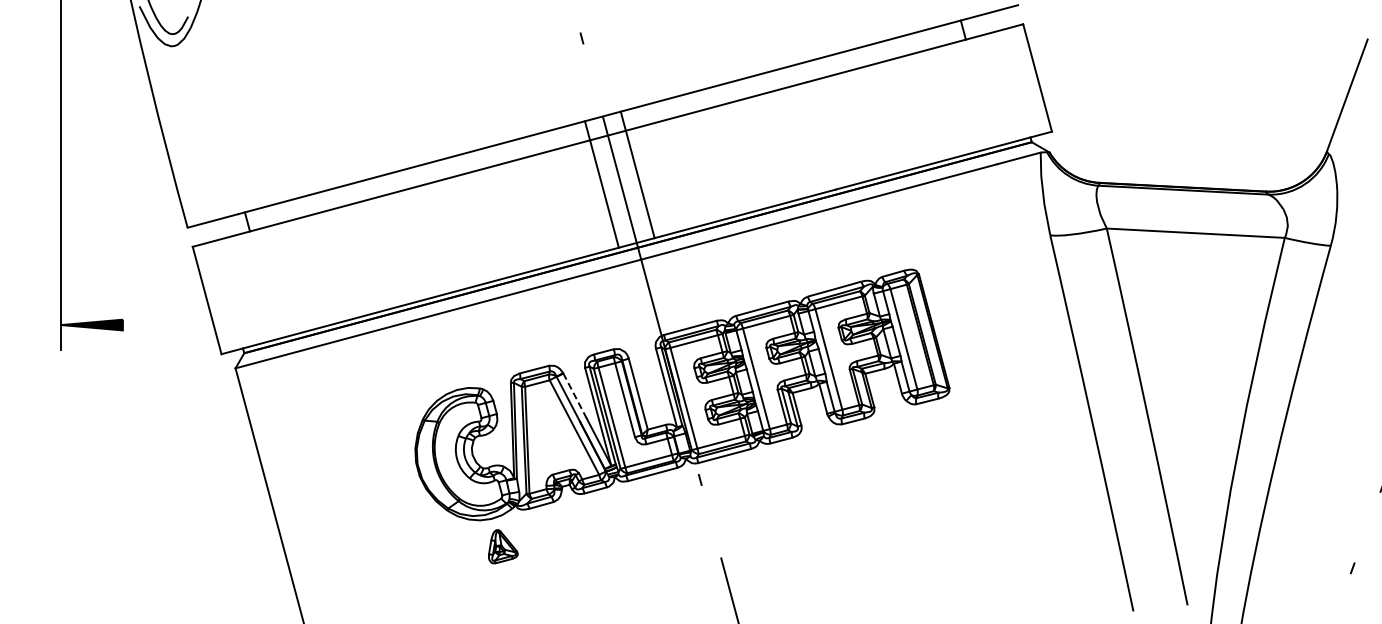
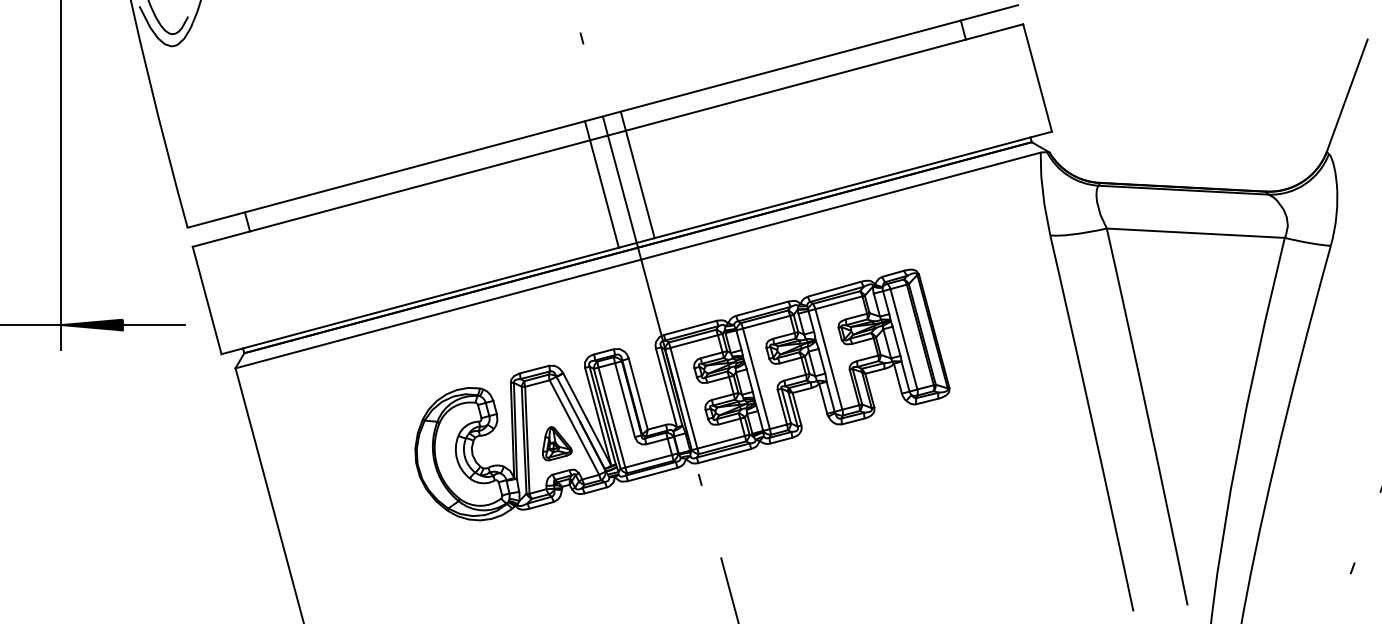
line at (31, 325): none -> present
line at (153, 325): none -> present
line at (574, 395): dashed -> solid
part at (503, 546) position: (503, 546) -> (557, 443)
